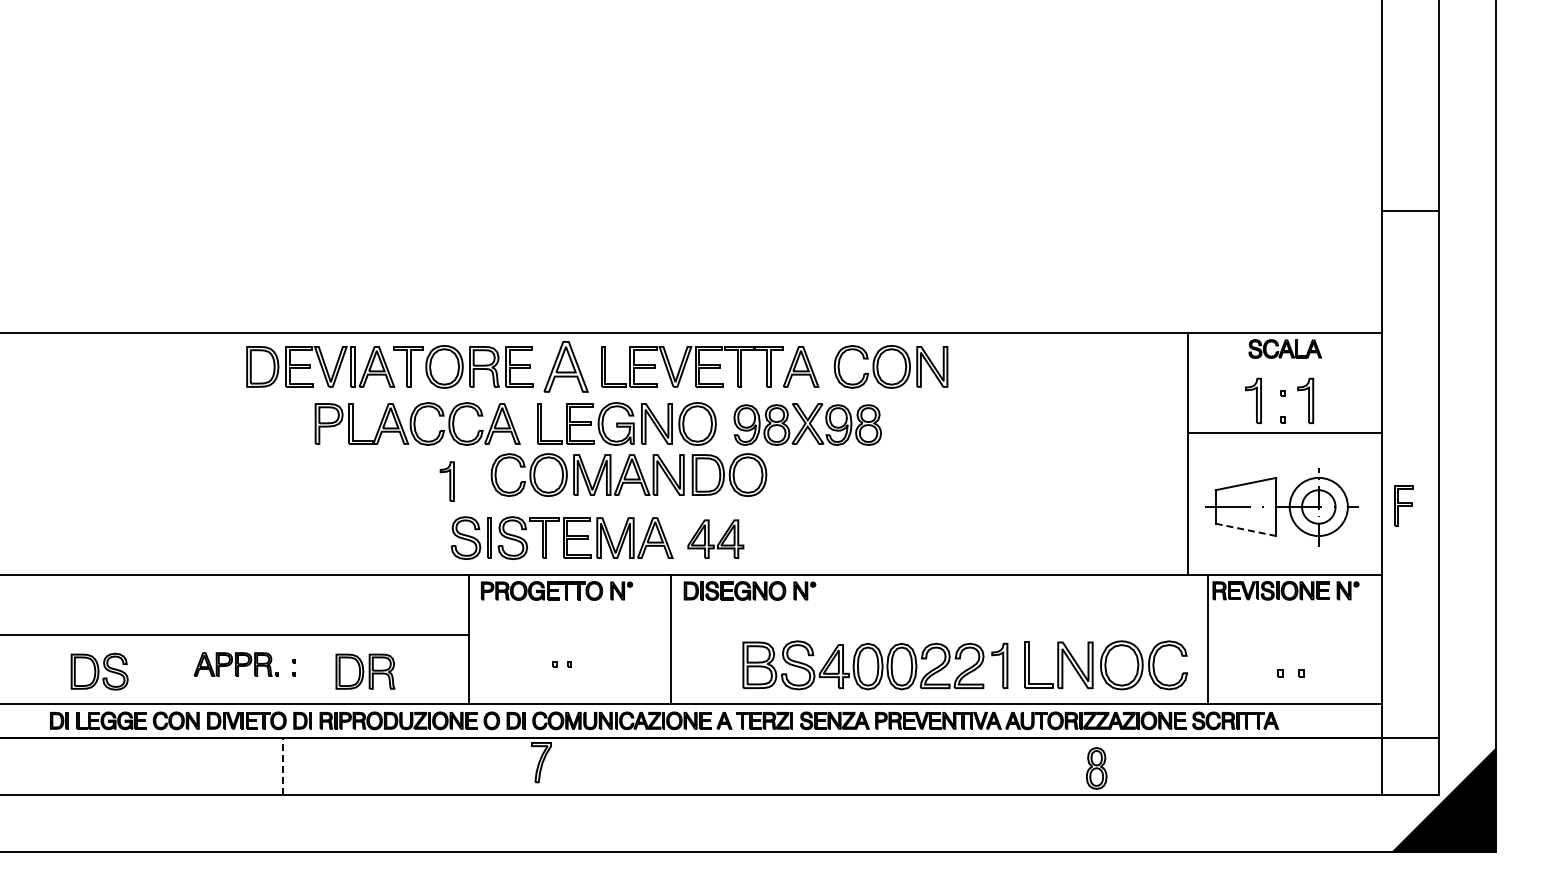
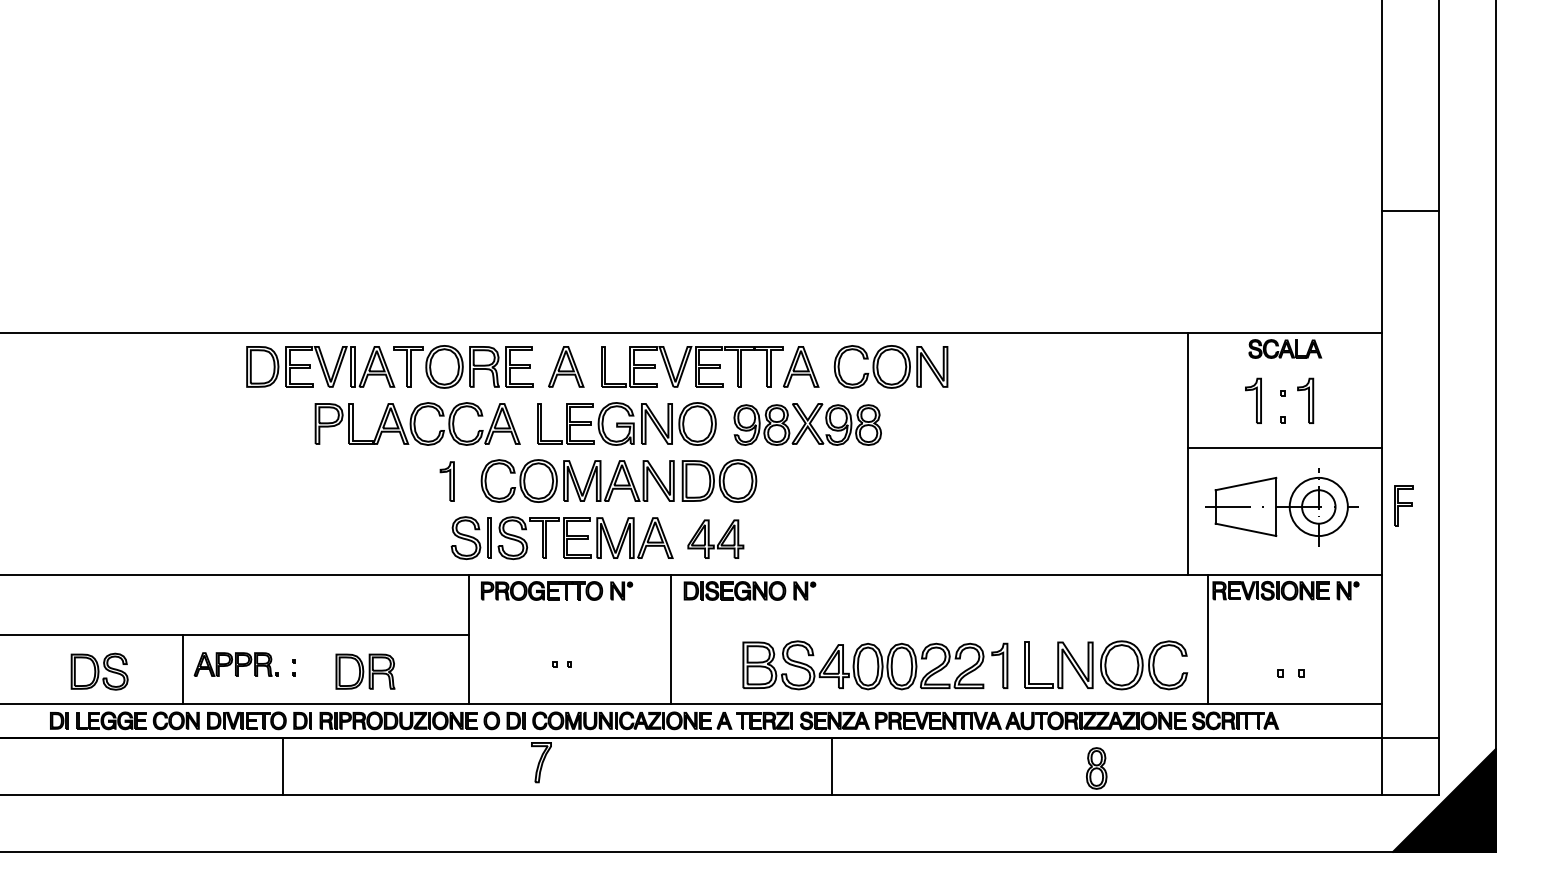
part at (565, 366) size: 46x52 px -> 37x42 px
line at (1284, 433) position: (1284, 433) -> (1284, 448)
part at (628, 474) position: (628, 474) -> (618, 480)
line at (1245, 529): dashed -> solid
line at (183, 669): none -> present
line at (832, 765): none -> present
line at (283, 766): dashed -> solid
